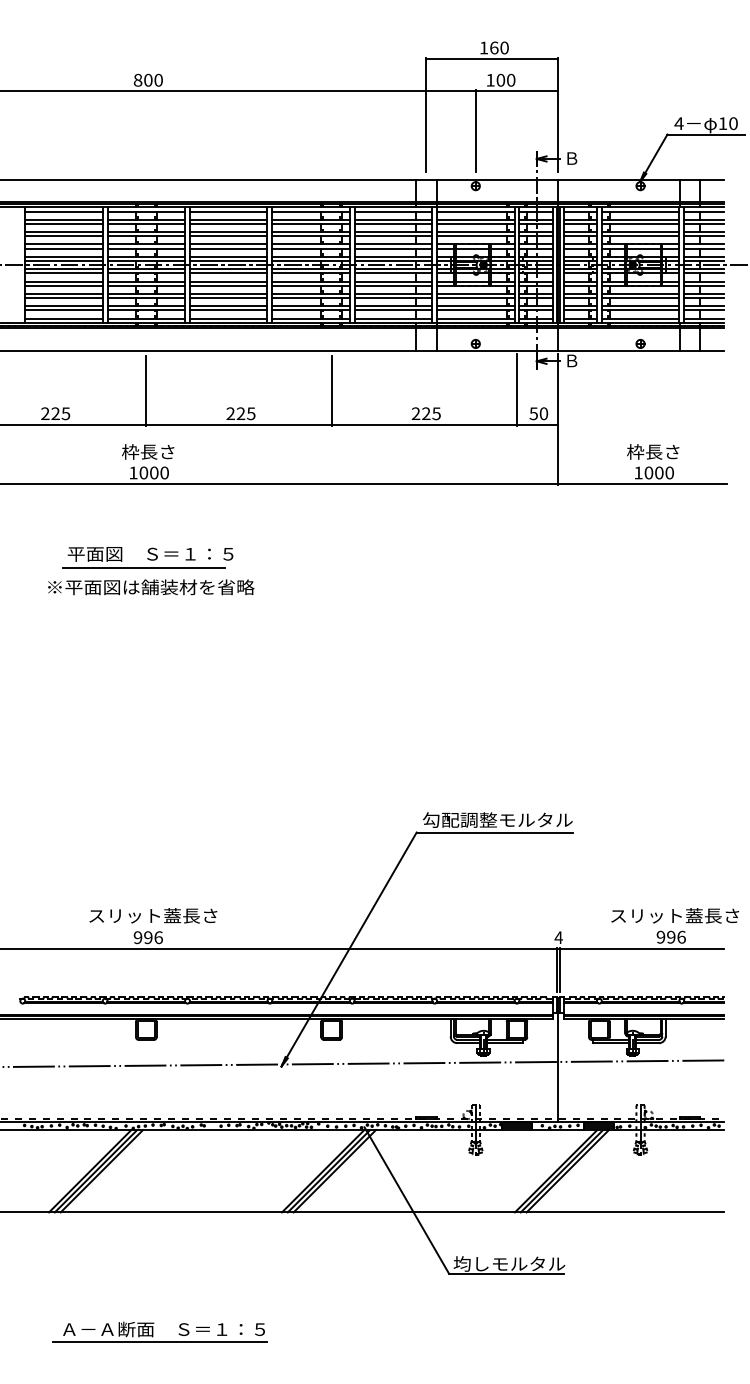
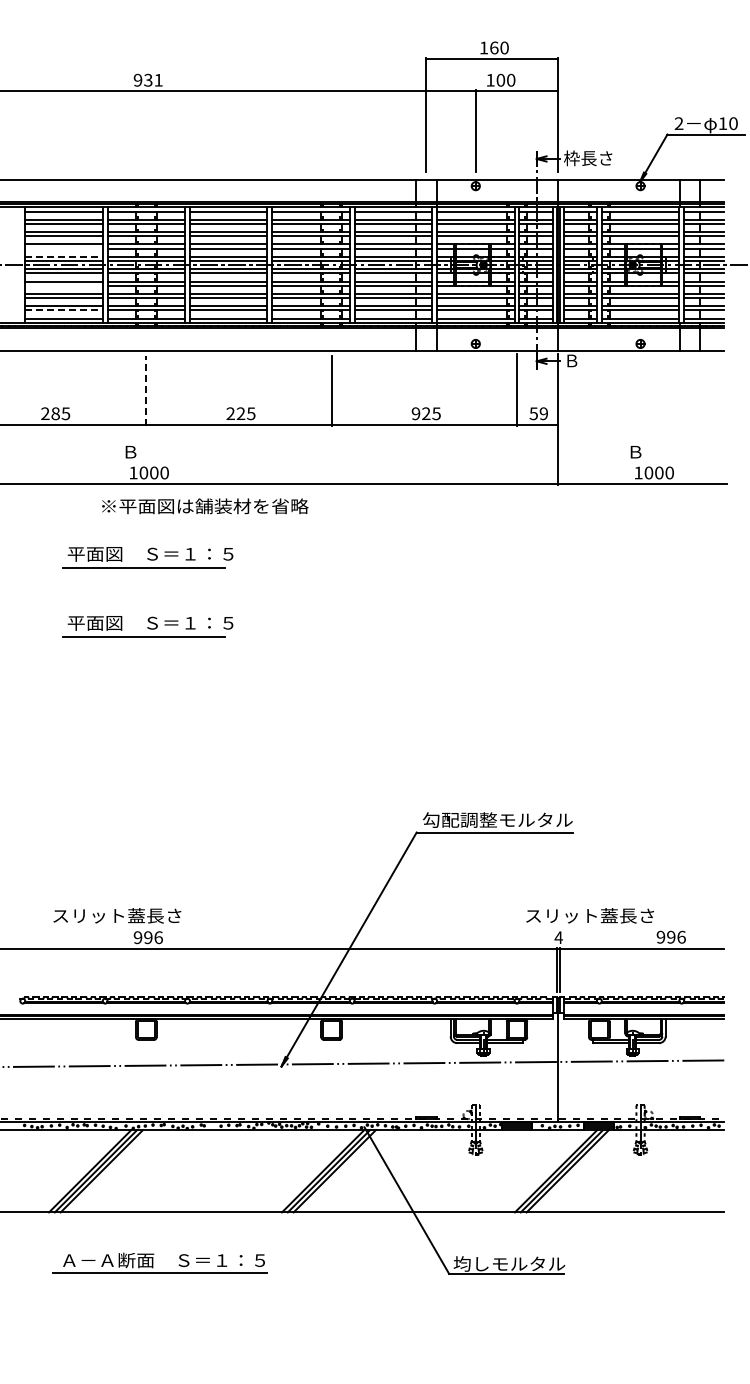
text at (147, 79): 800 -> 931
text at (678, 123): 4 -> 2
text at (588, 158): Ｂ -> 枠長さ
line at (63, 248): present -> none
line at (64, 256): solid -> dashed
line at (63, 285): present -> none
line at (64, 310): solid -> dashed
line at (146, 390): solid -> dashed
text at (55, 413): 225 -> 285
text at (543, 413): 50 -> 59
text at (415, 414): 225 -> 925
text at (148, 451): 枠長さ -> Ｂ
text at (653, 451): 枠長さ -> Ｂ
text at (151, 587) position: (151, 587) -> (205, 506)
part at (147, 626): none -> present
text at (153, 915) position: (153, 915) -> (117, 915)
text at (674, 915) position: (674, 915) -> (589, 915)
part at (159, 1331) position: (159, 1331) -> (159, 1262)
